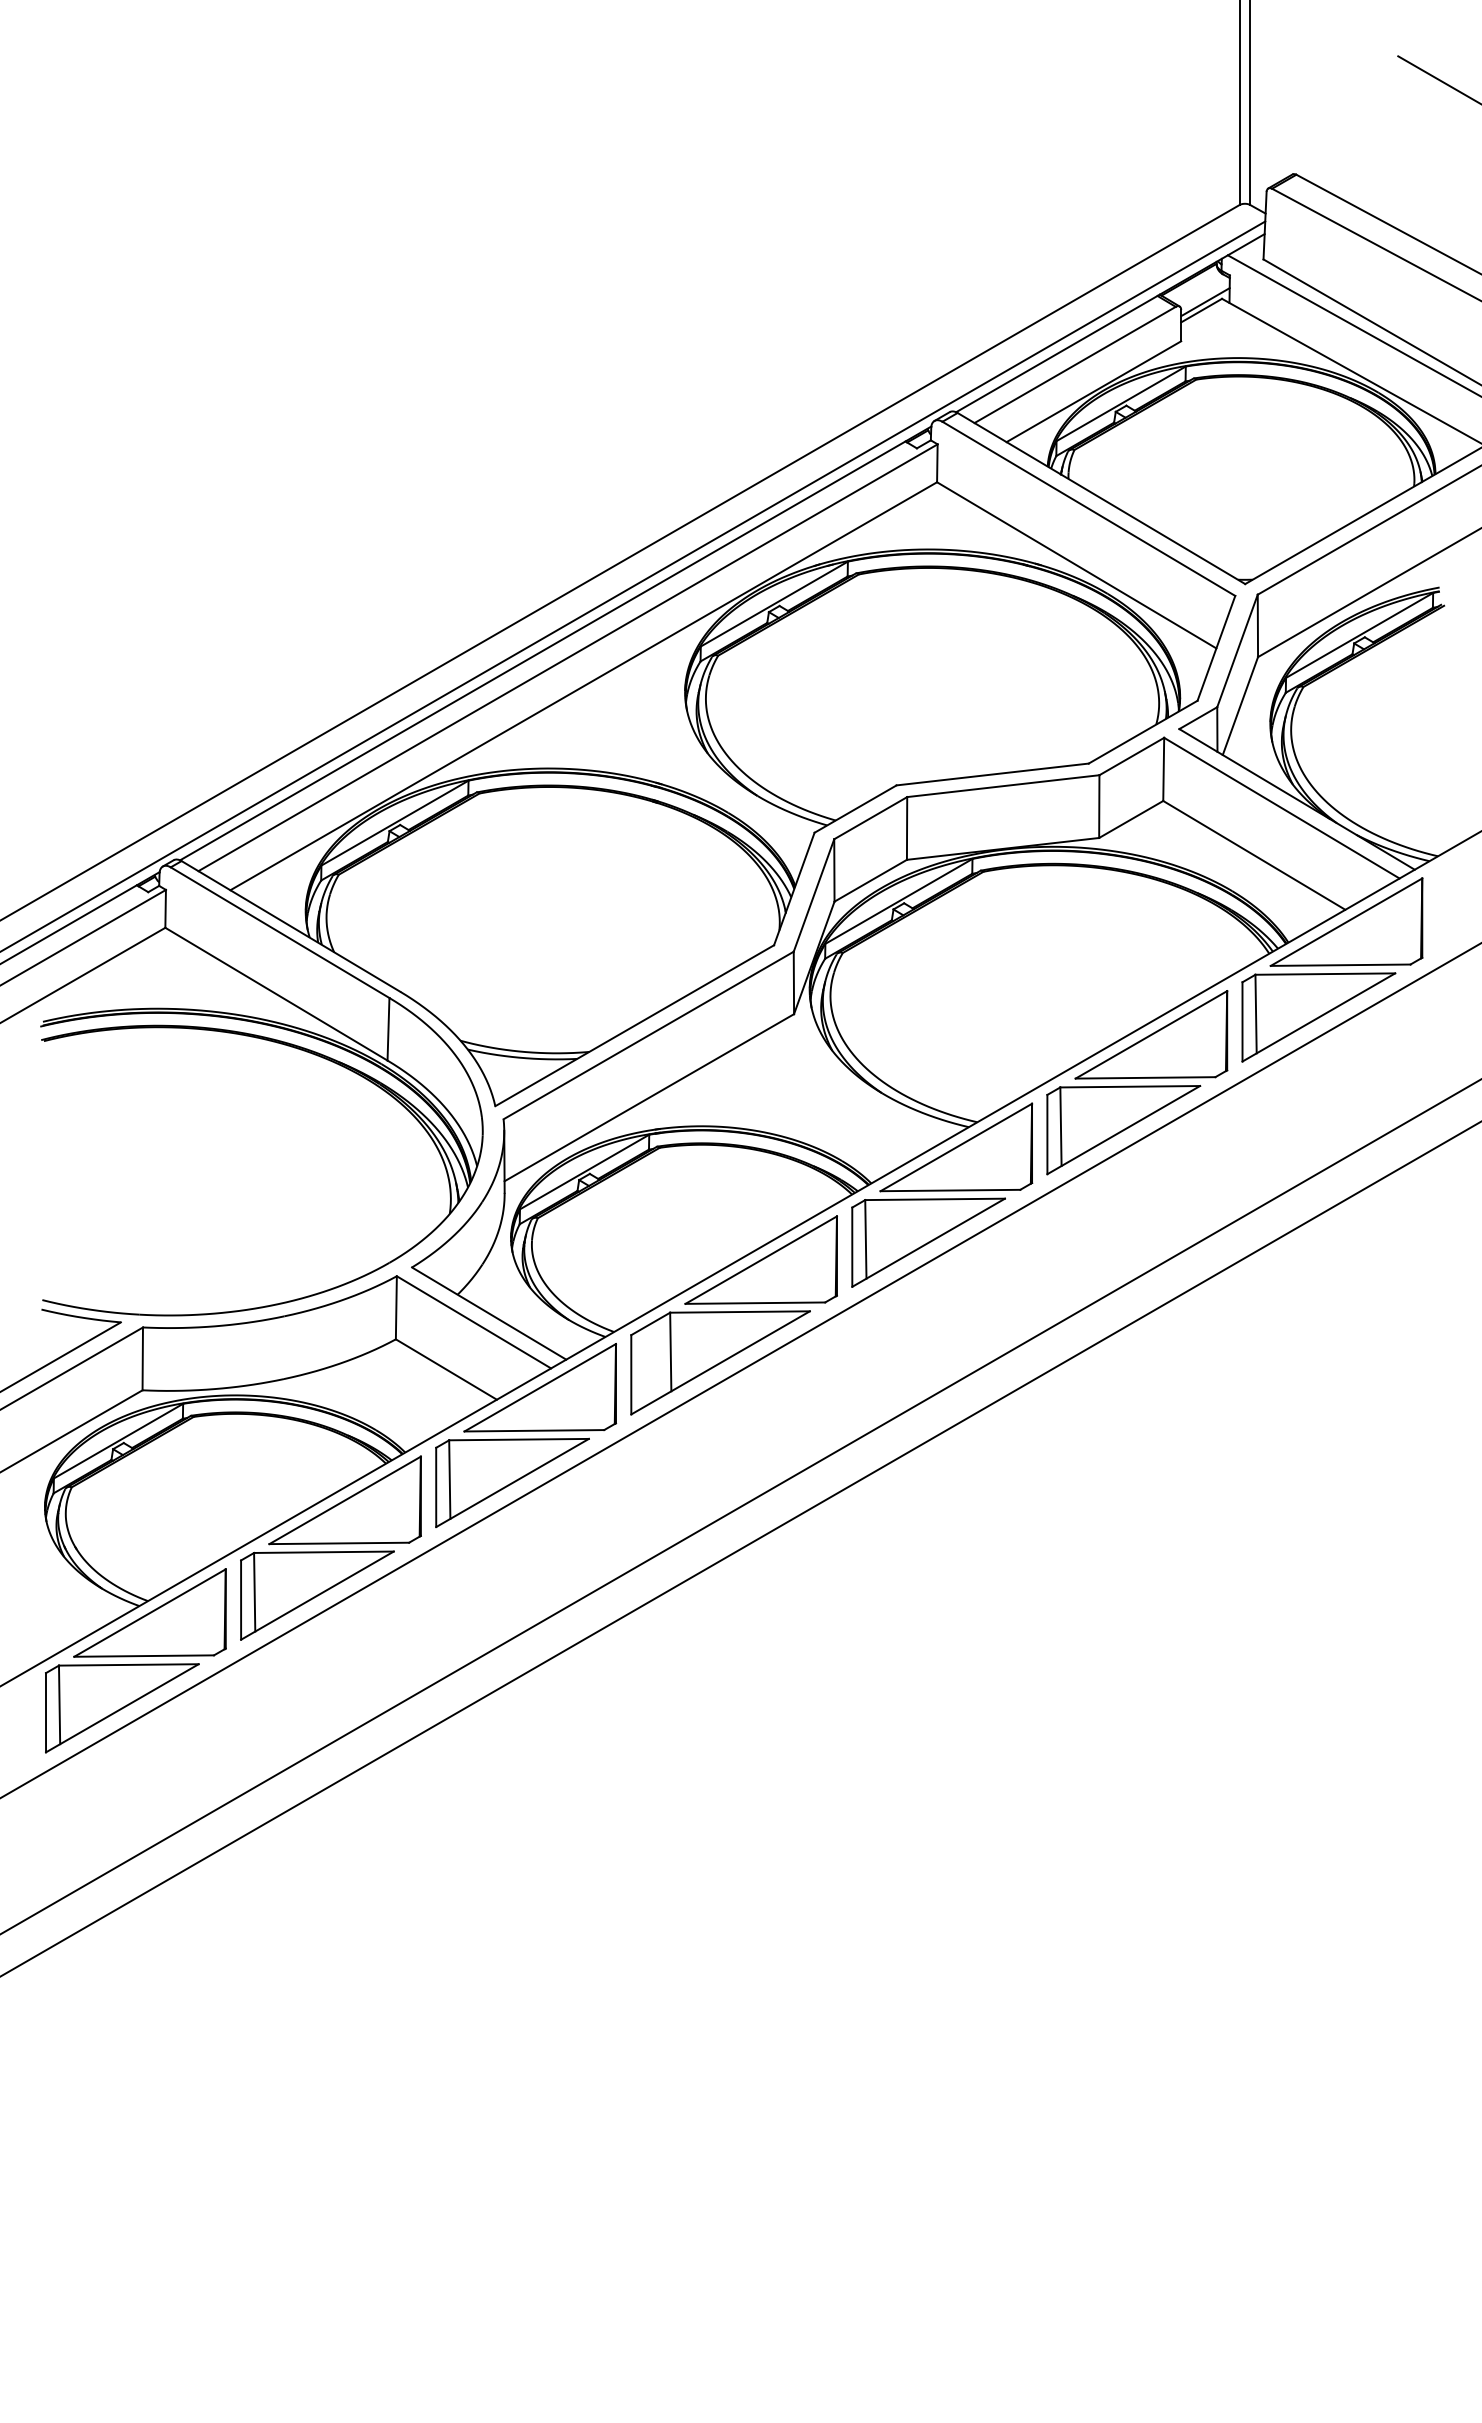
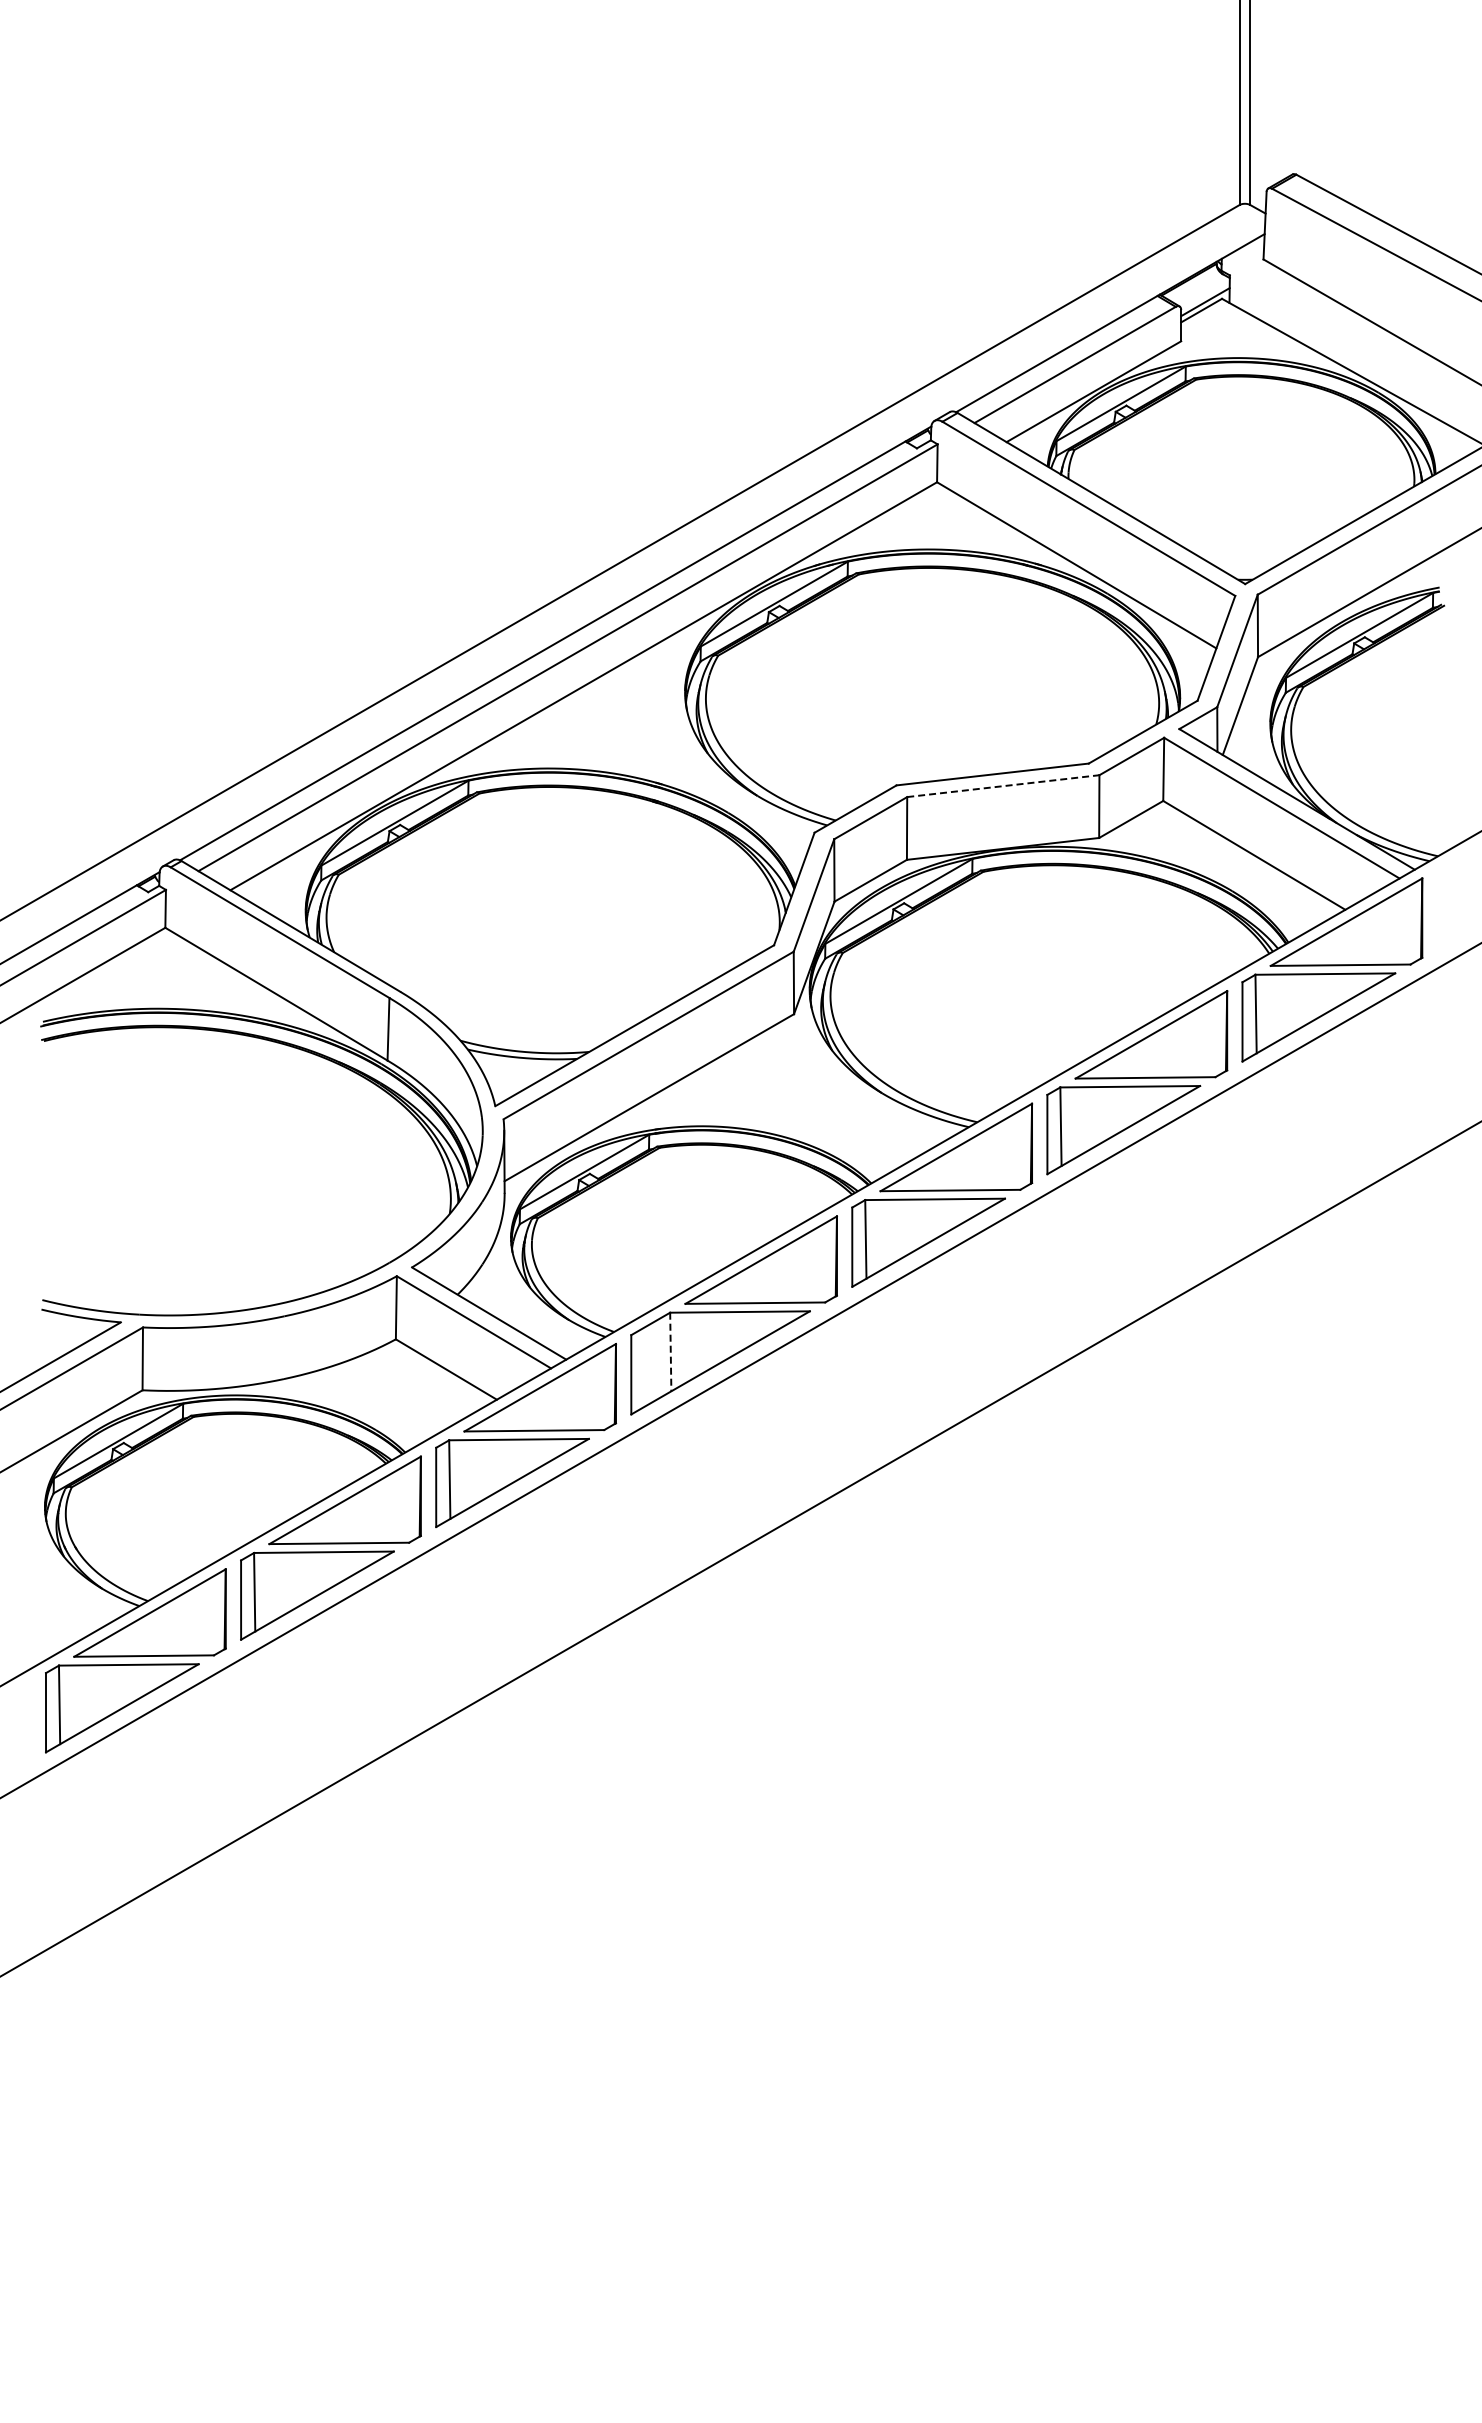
line at (1438, 79): present -> none
line at (1352, 325): present -> none
line at (633, 585): present -> none
line at (1003, 786): solid -> dashed
line at (670, 1352): solid -> dashed
line at (740, 1506): present -> none
